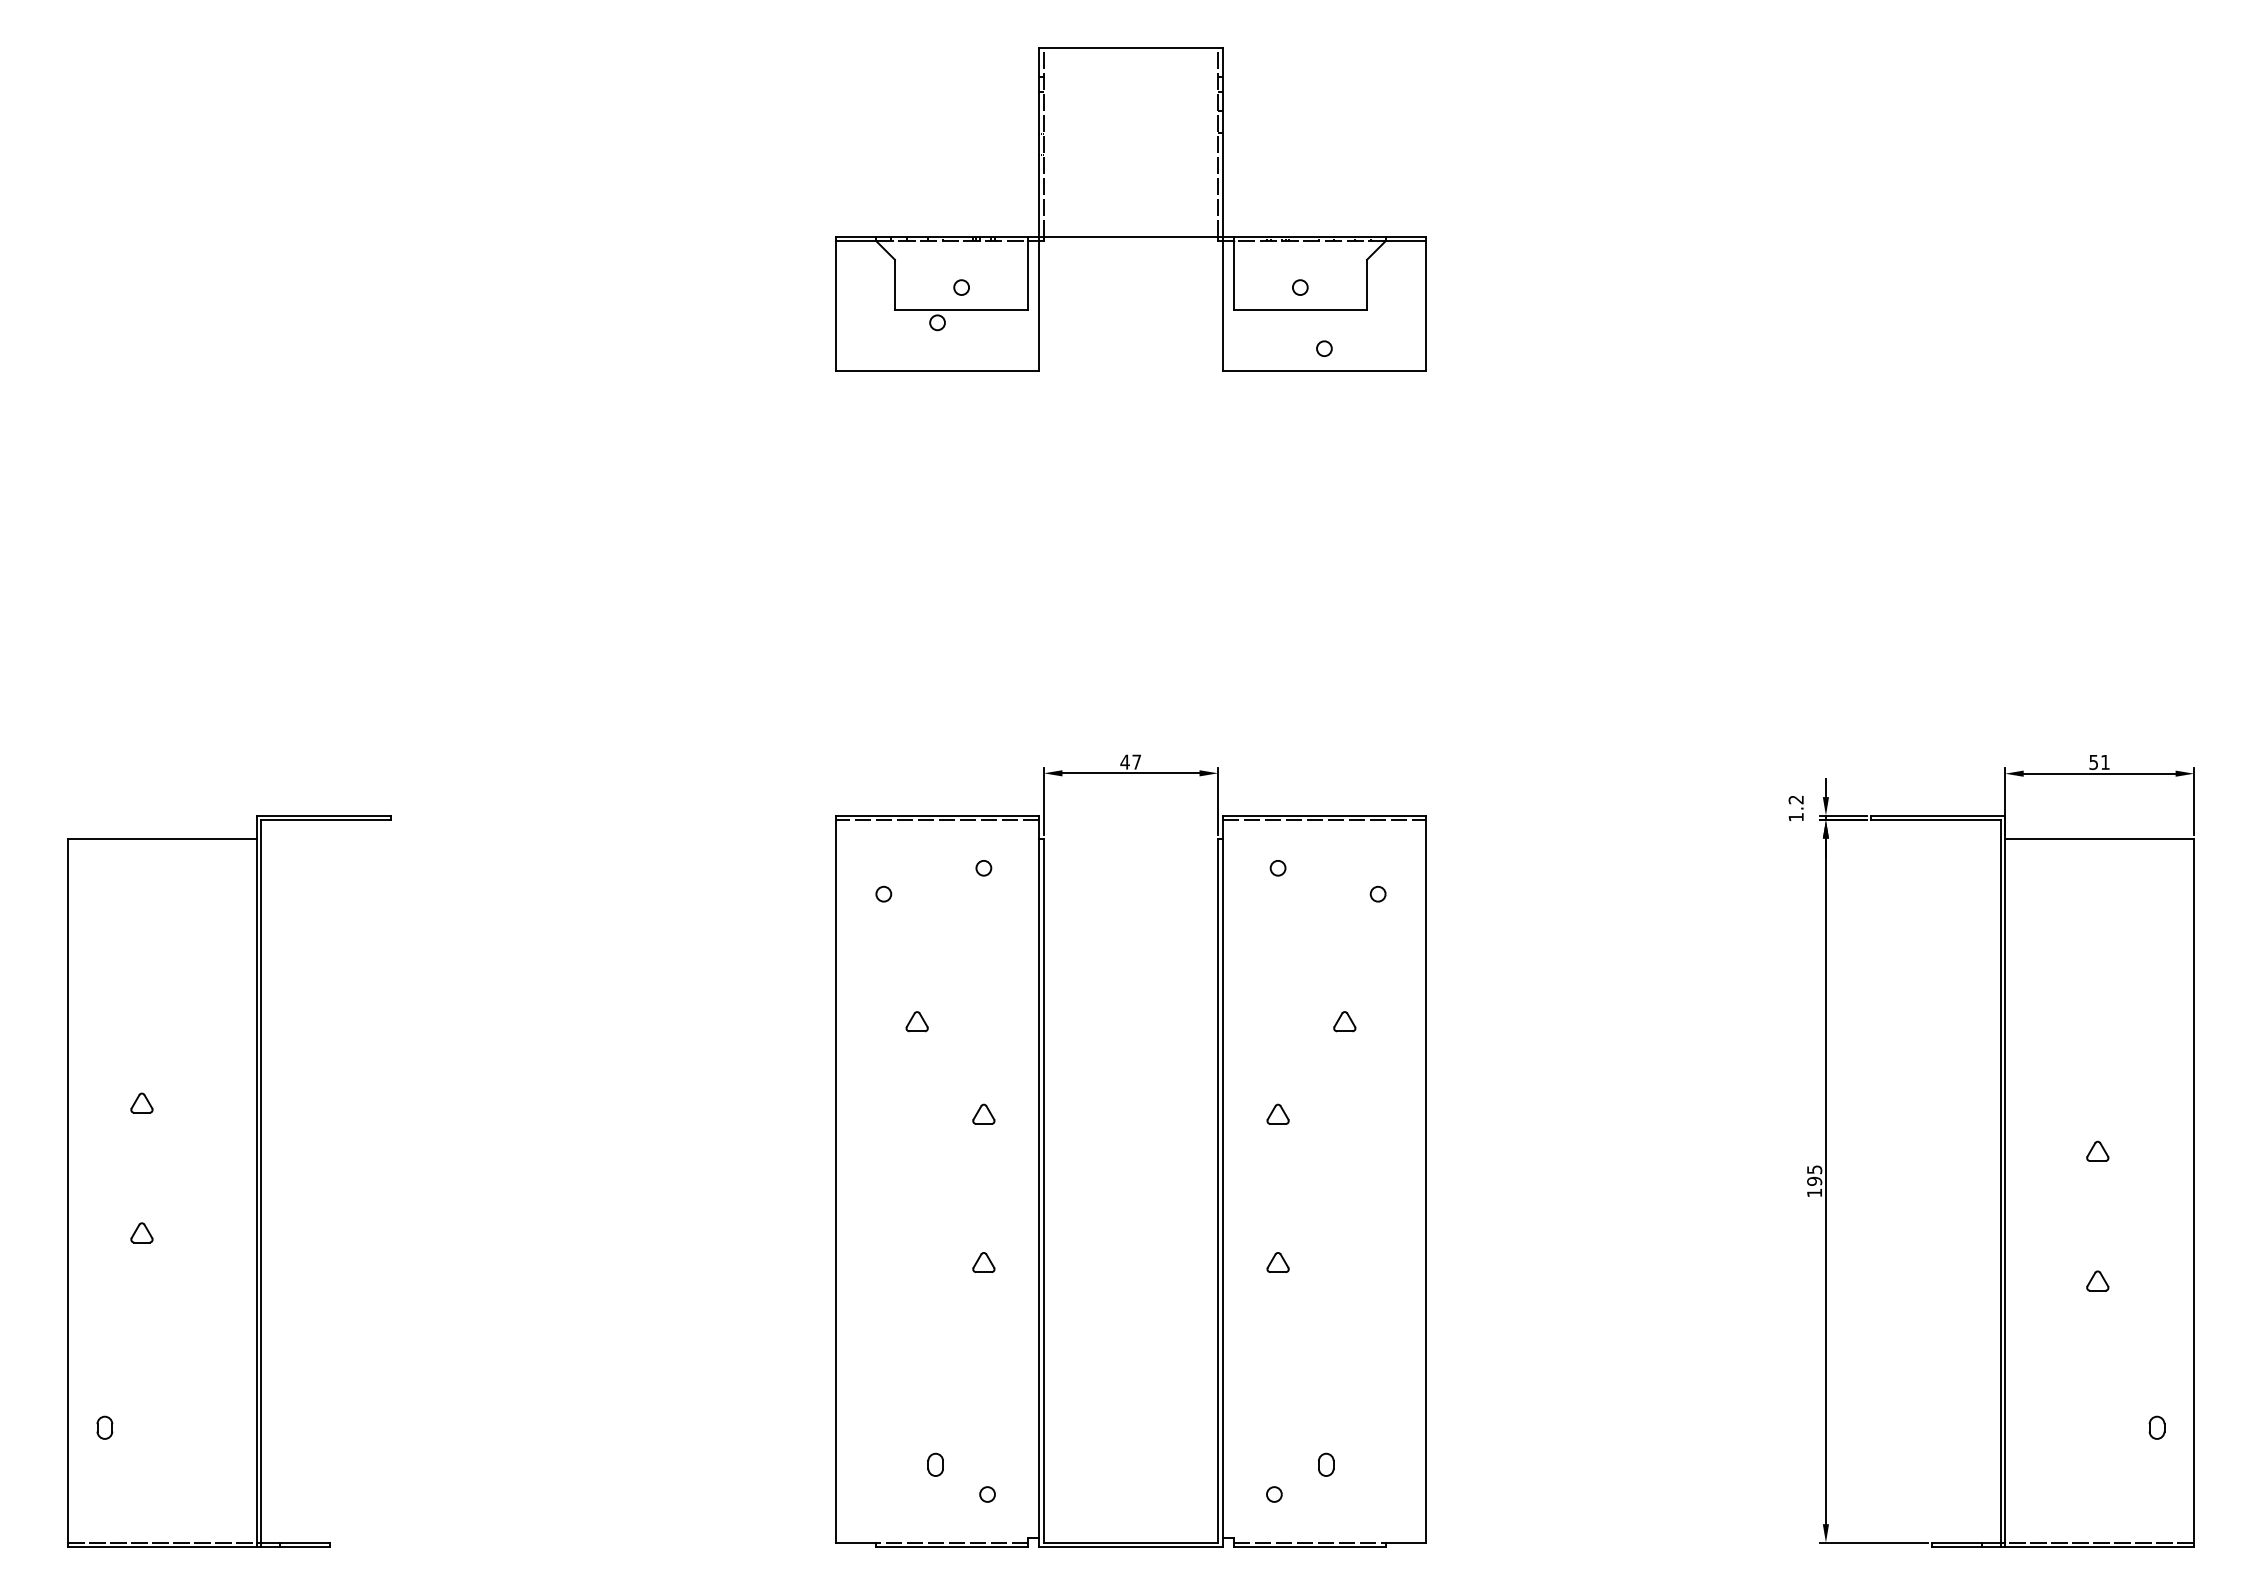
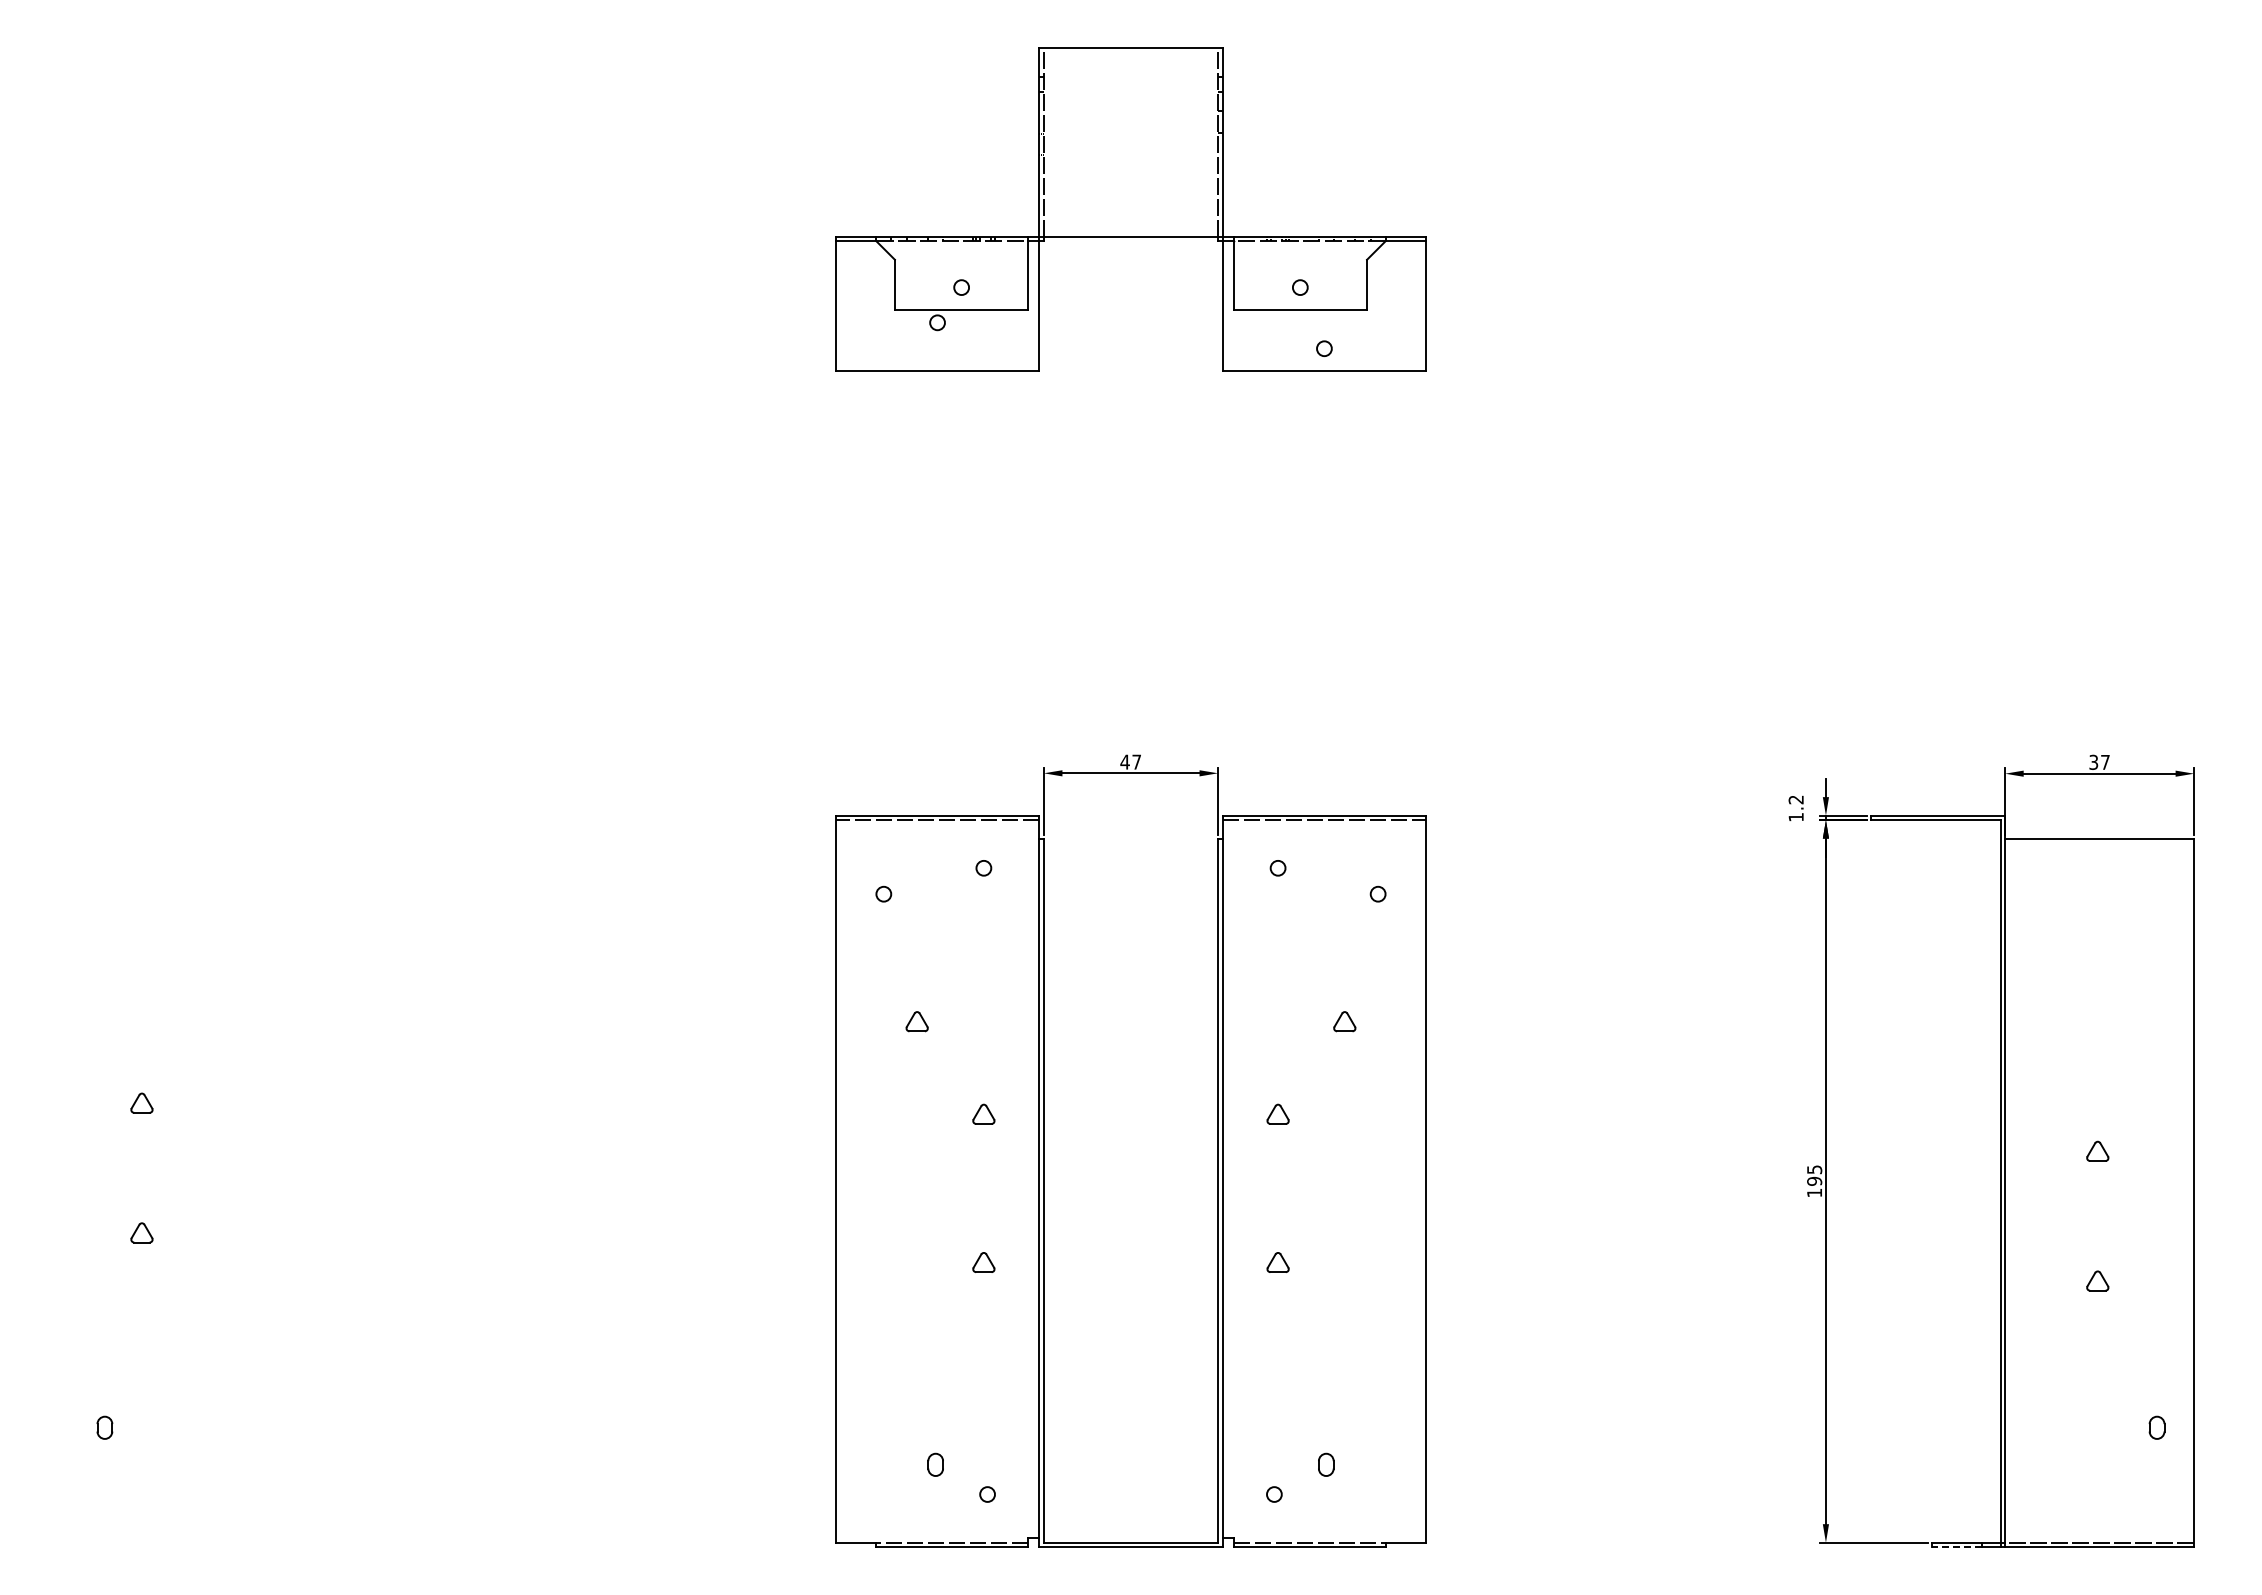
text at (2099, 761): 51 -> 37
part at (229, 1181): present -> none
line at (1956, 1547): solid -> dashed
